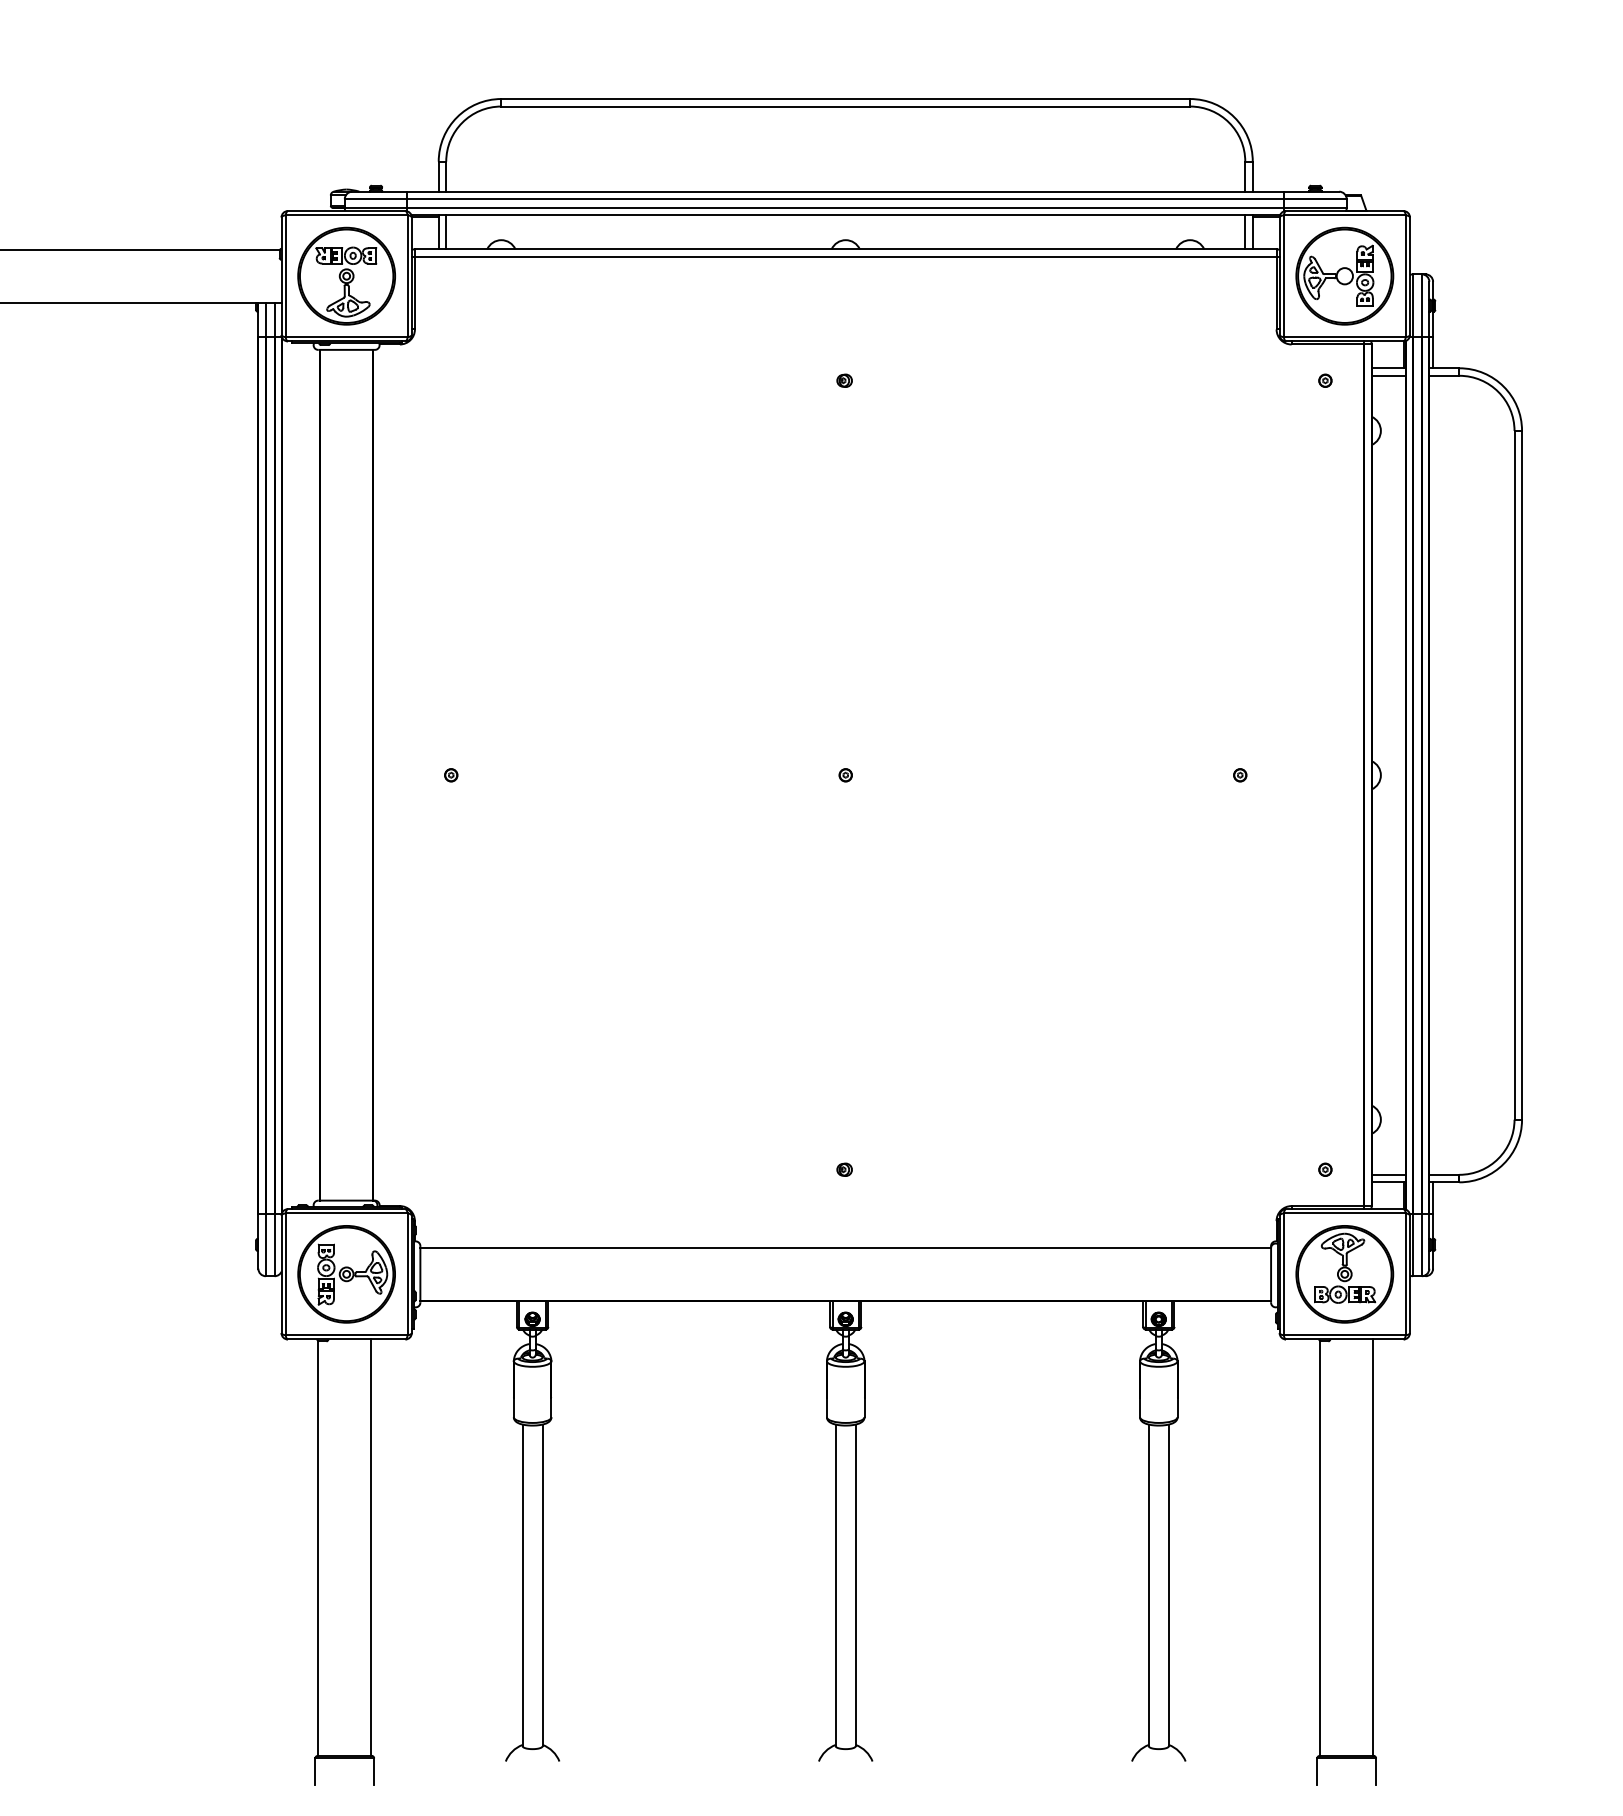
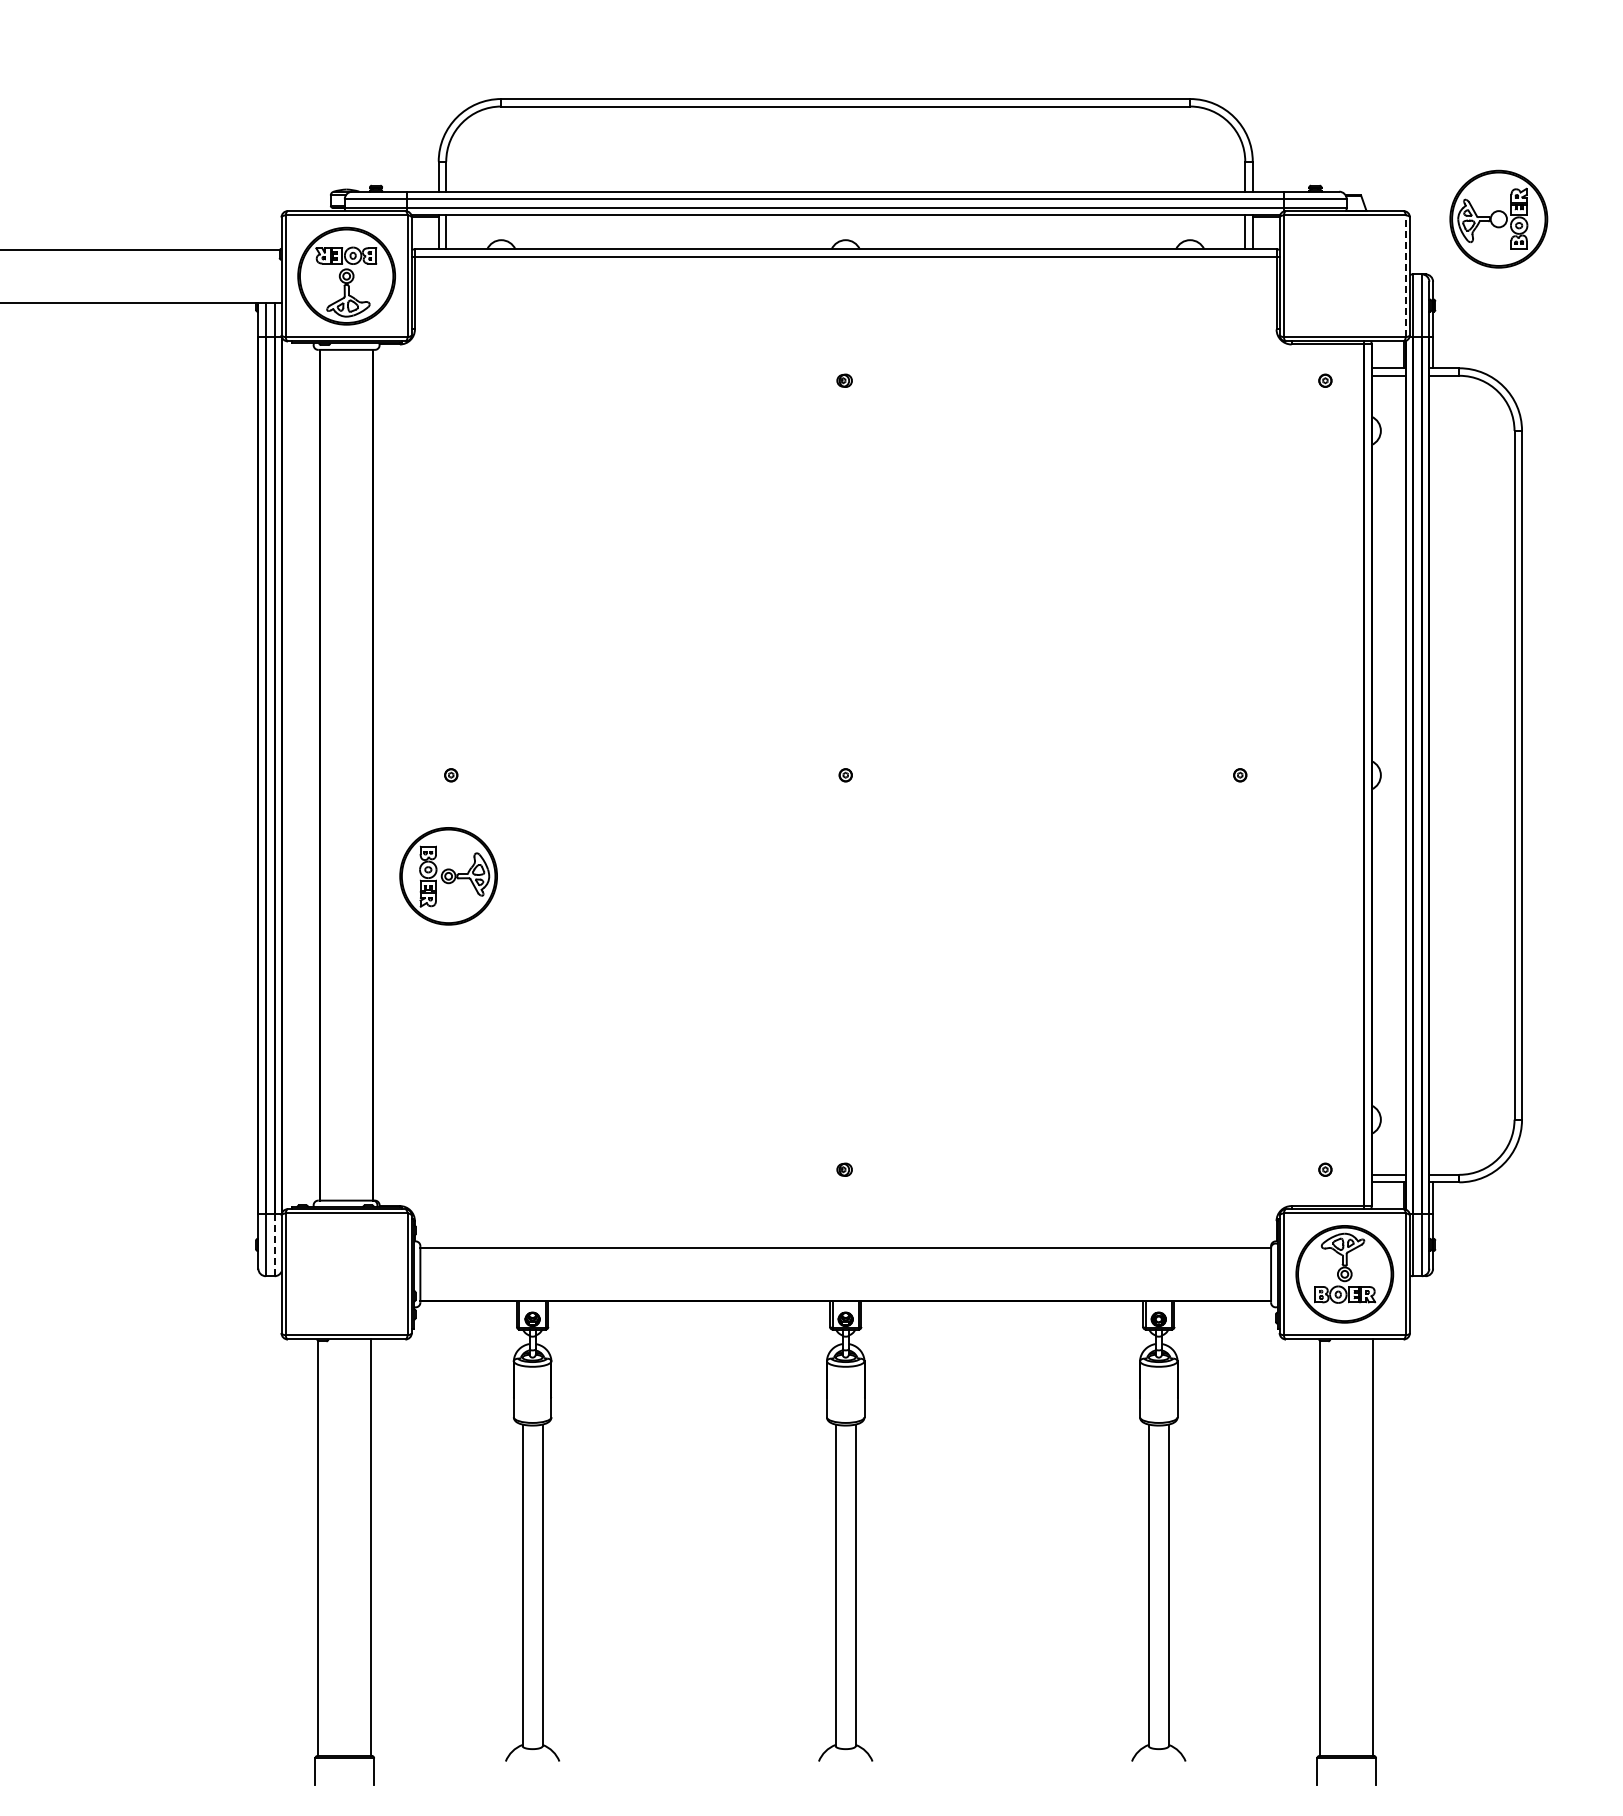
part at (1344, 275) position: (1344, 275) -> (1498, 218)
line at (1405, 276): solid -> dashed
line at (274, 1244): solid -> dashed
part at (346, 1274) position: (346, 1274) -> (448, 876)
